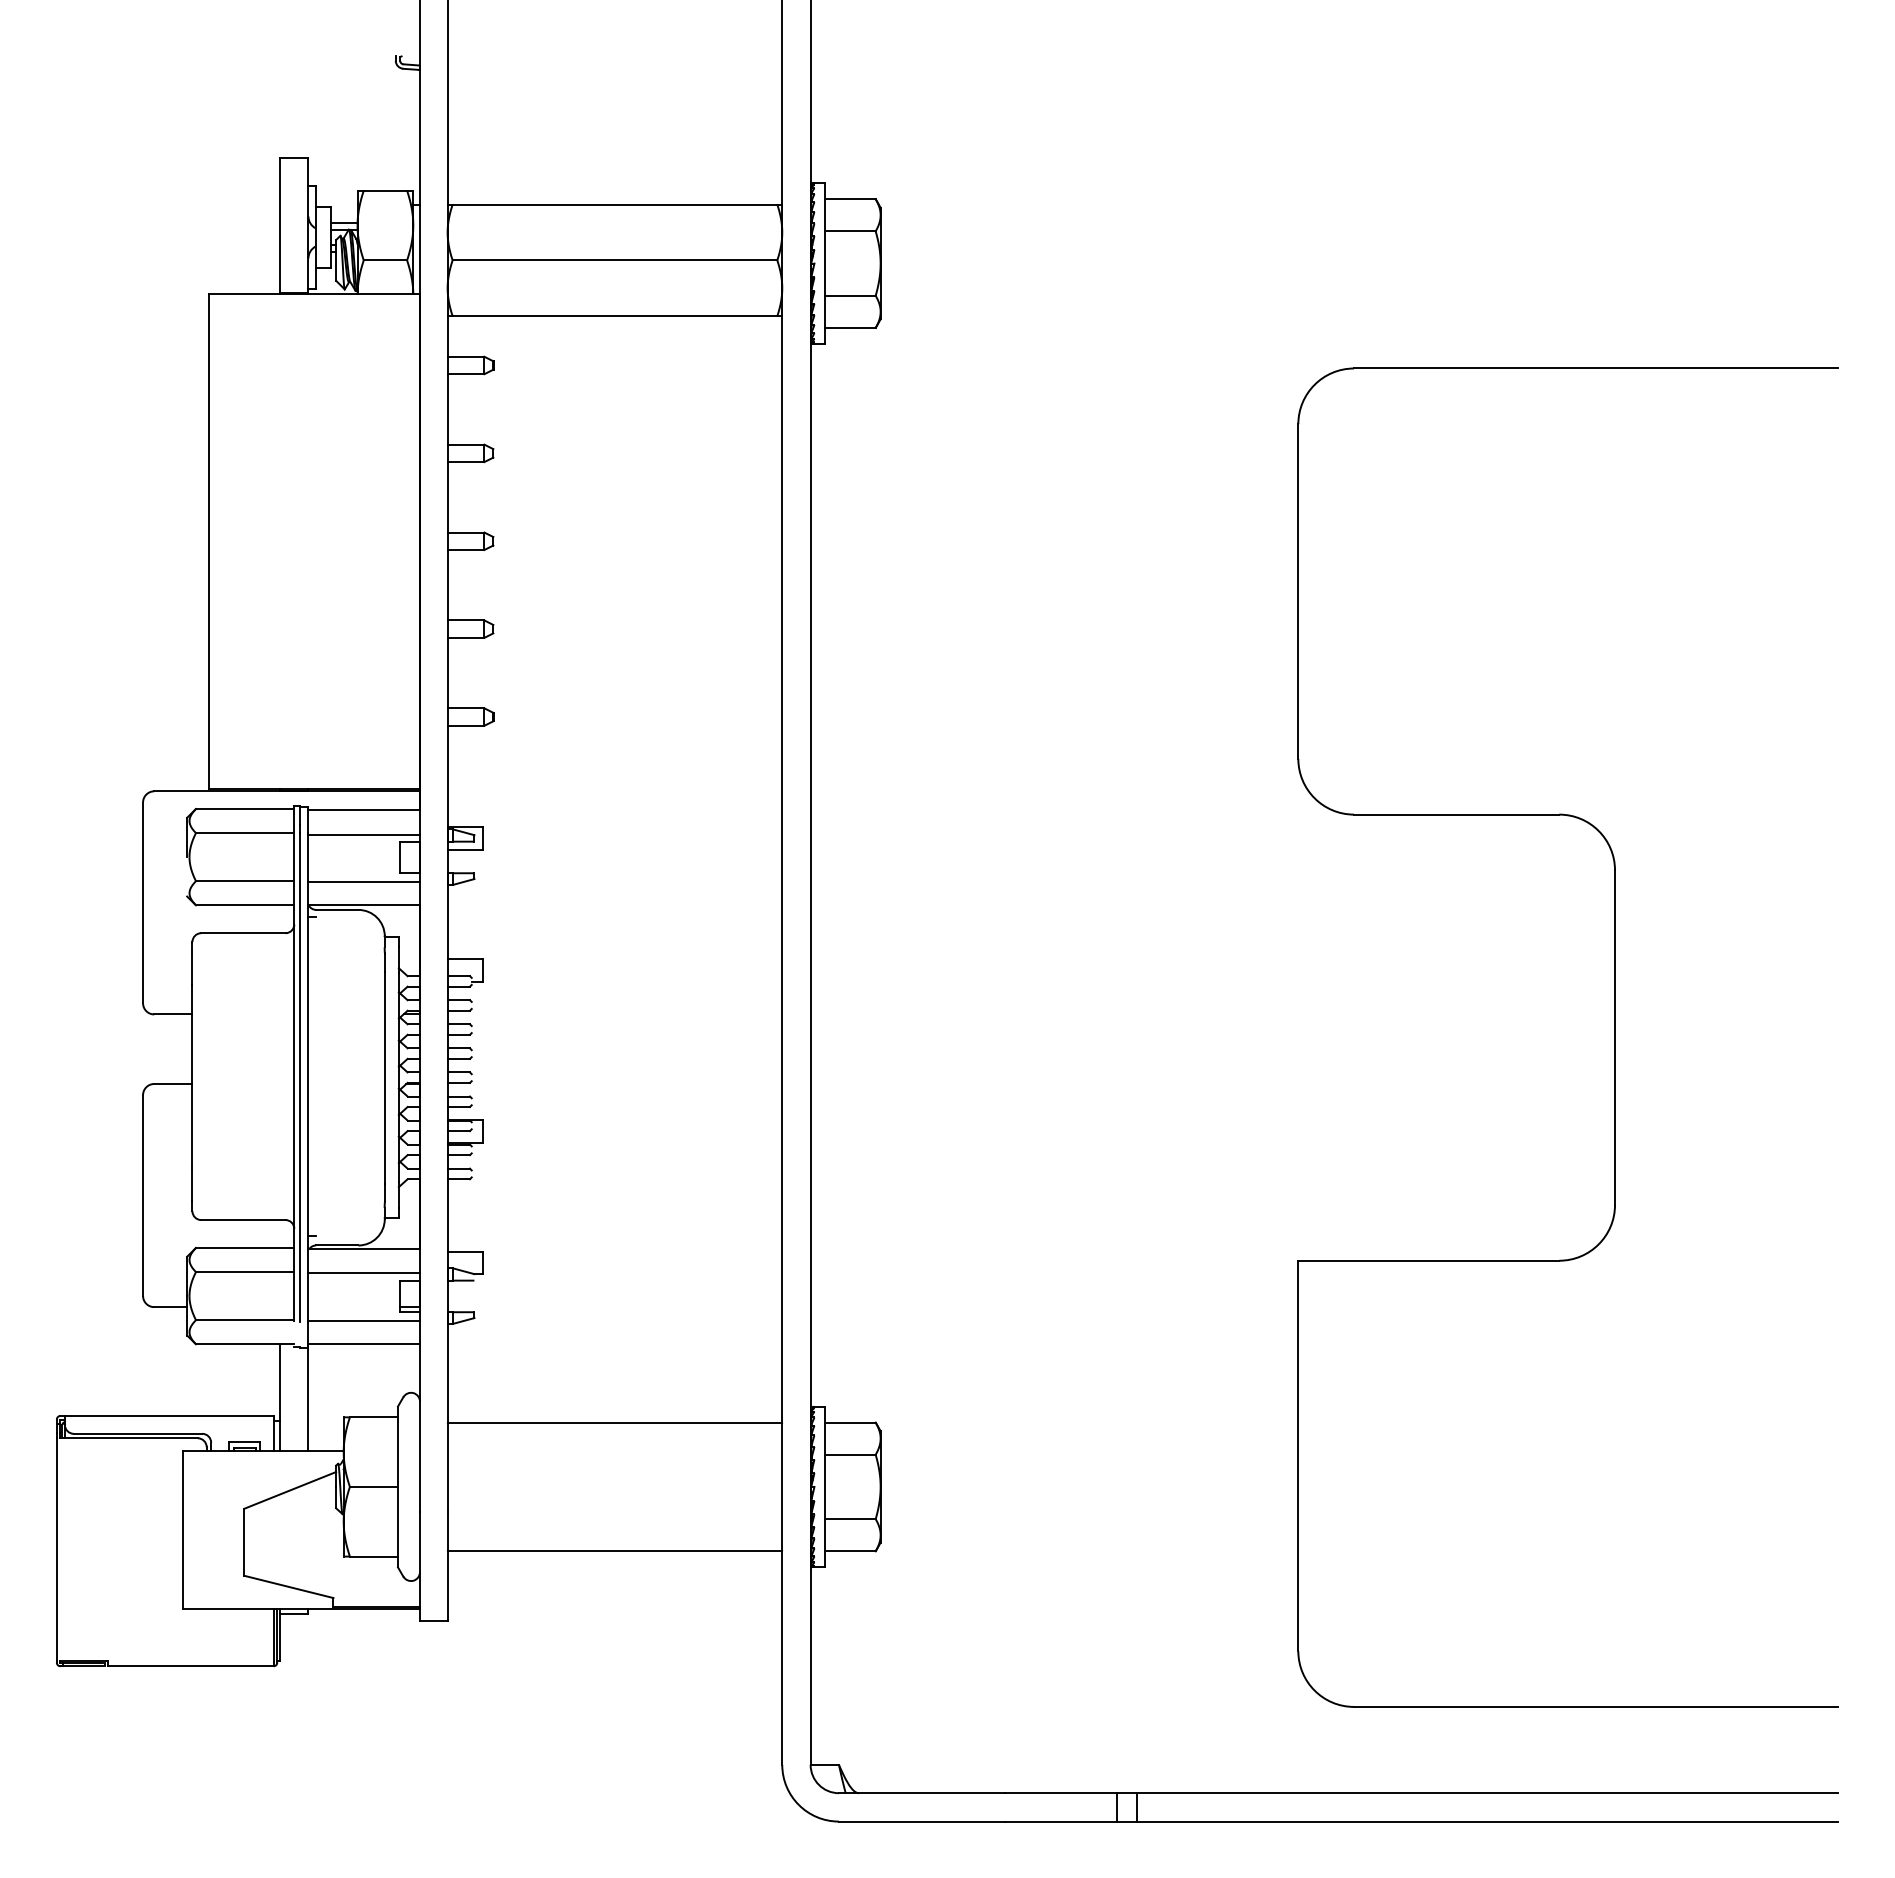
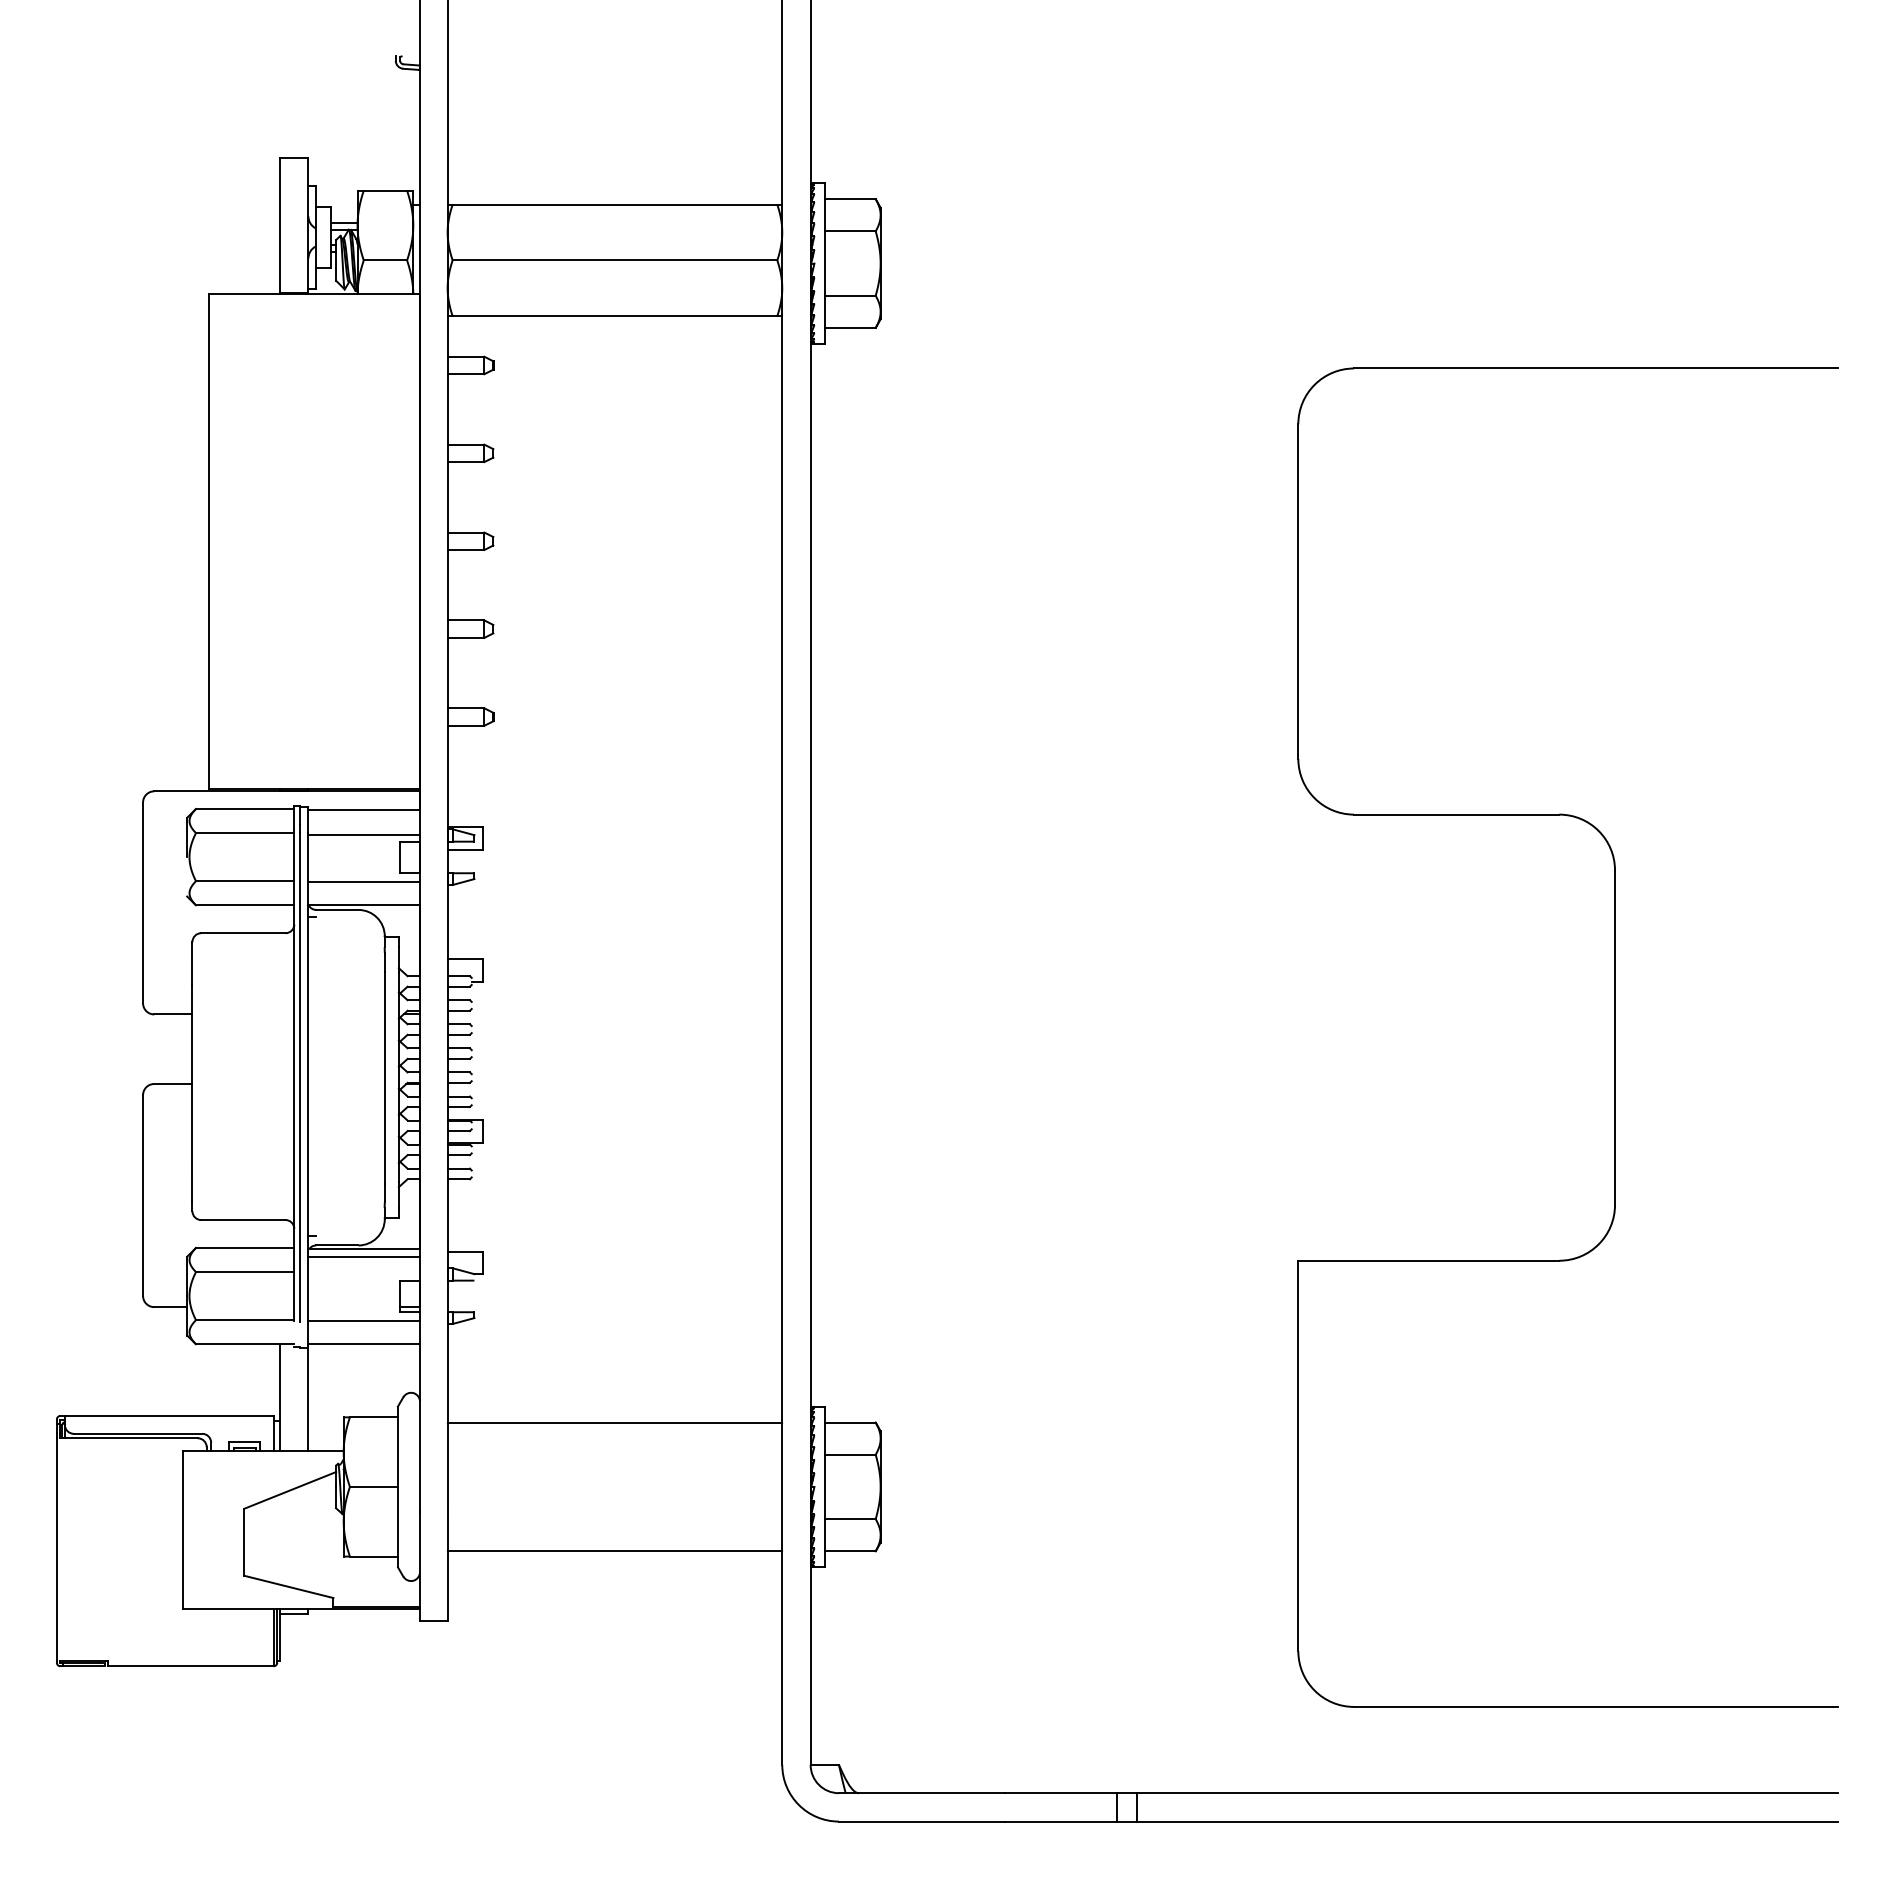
line at (363, 1273) position: (363, 1273) -> (363, 1257)
